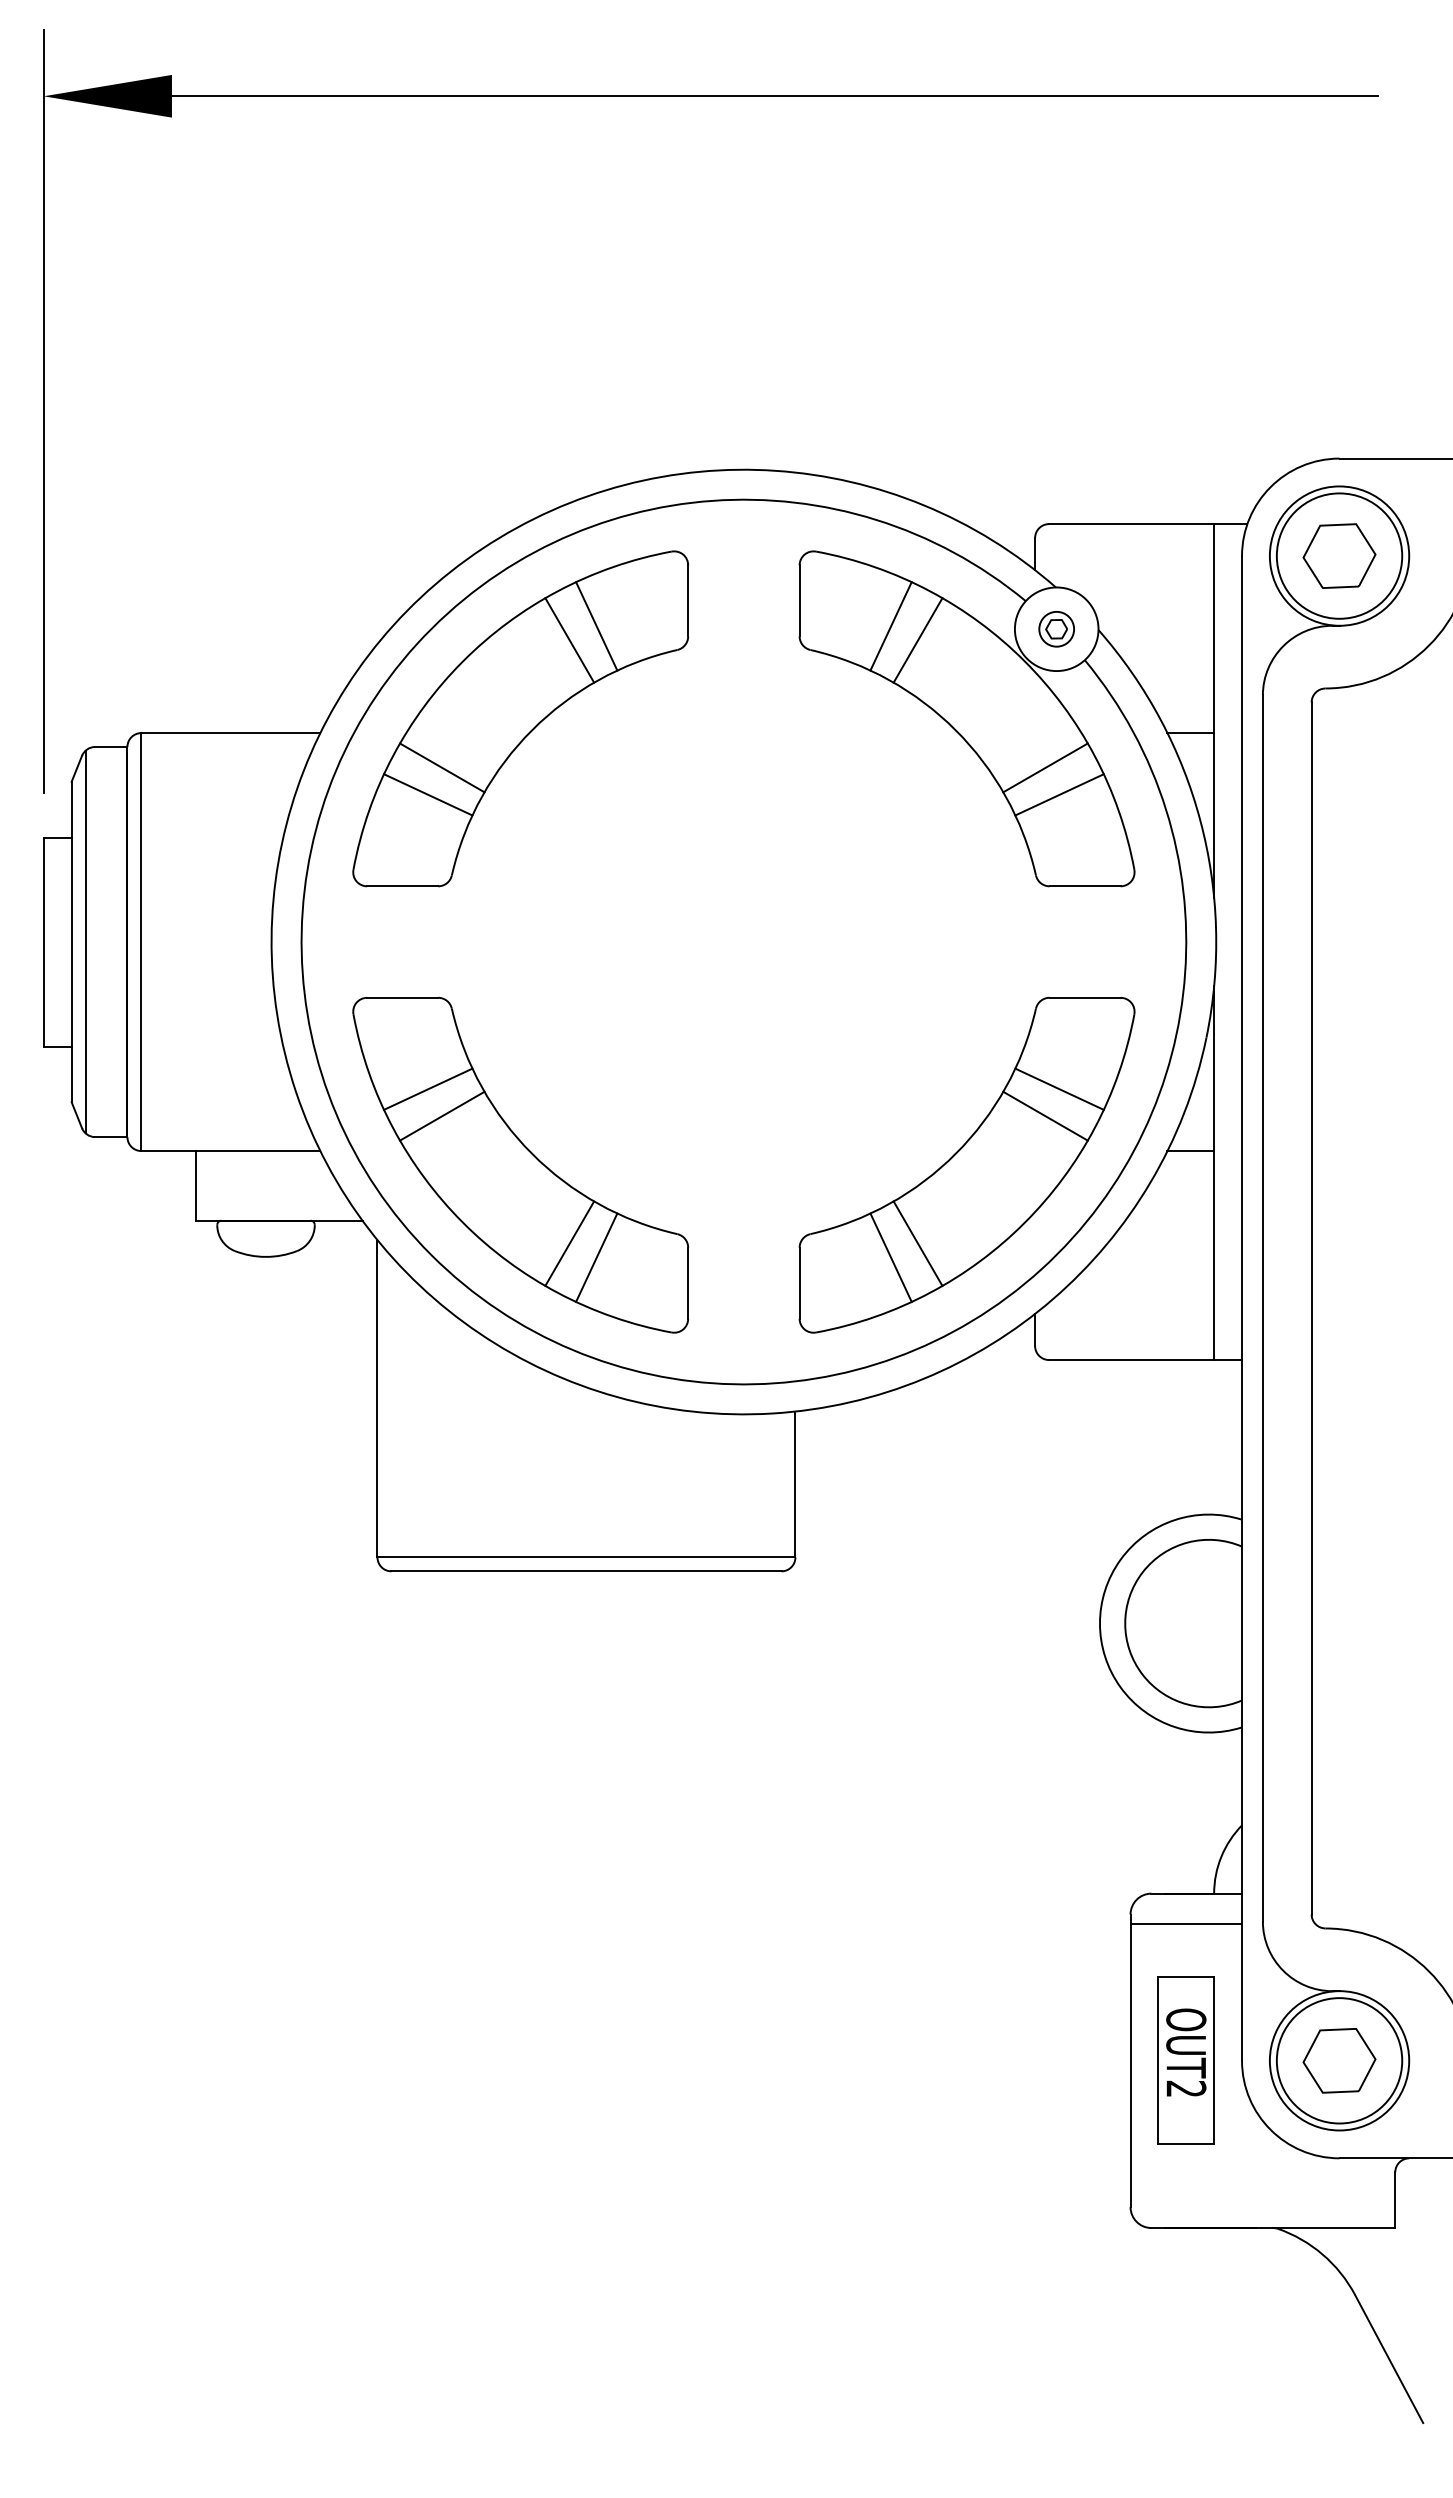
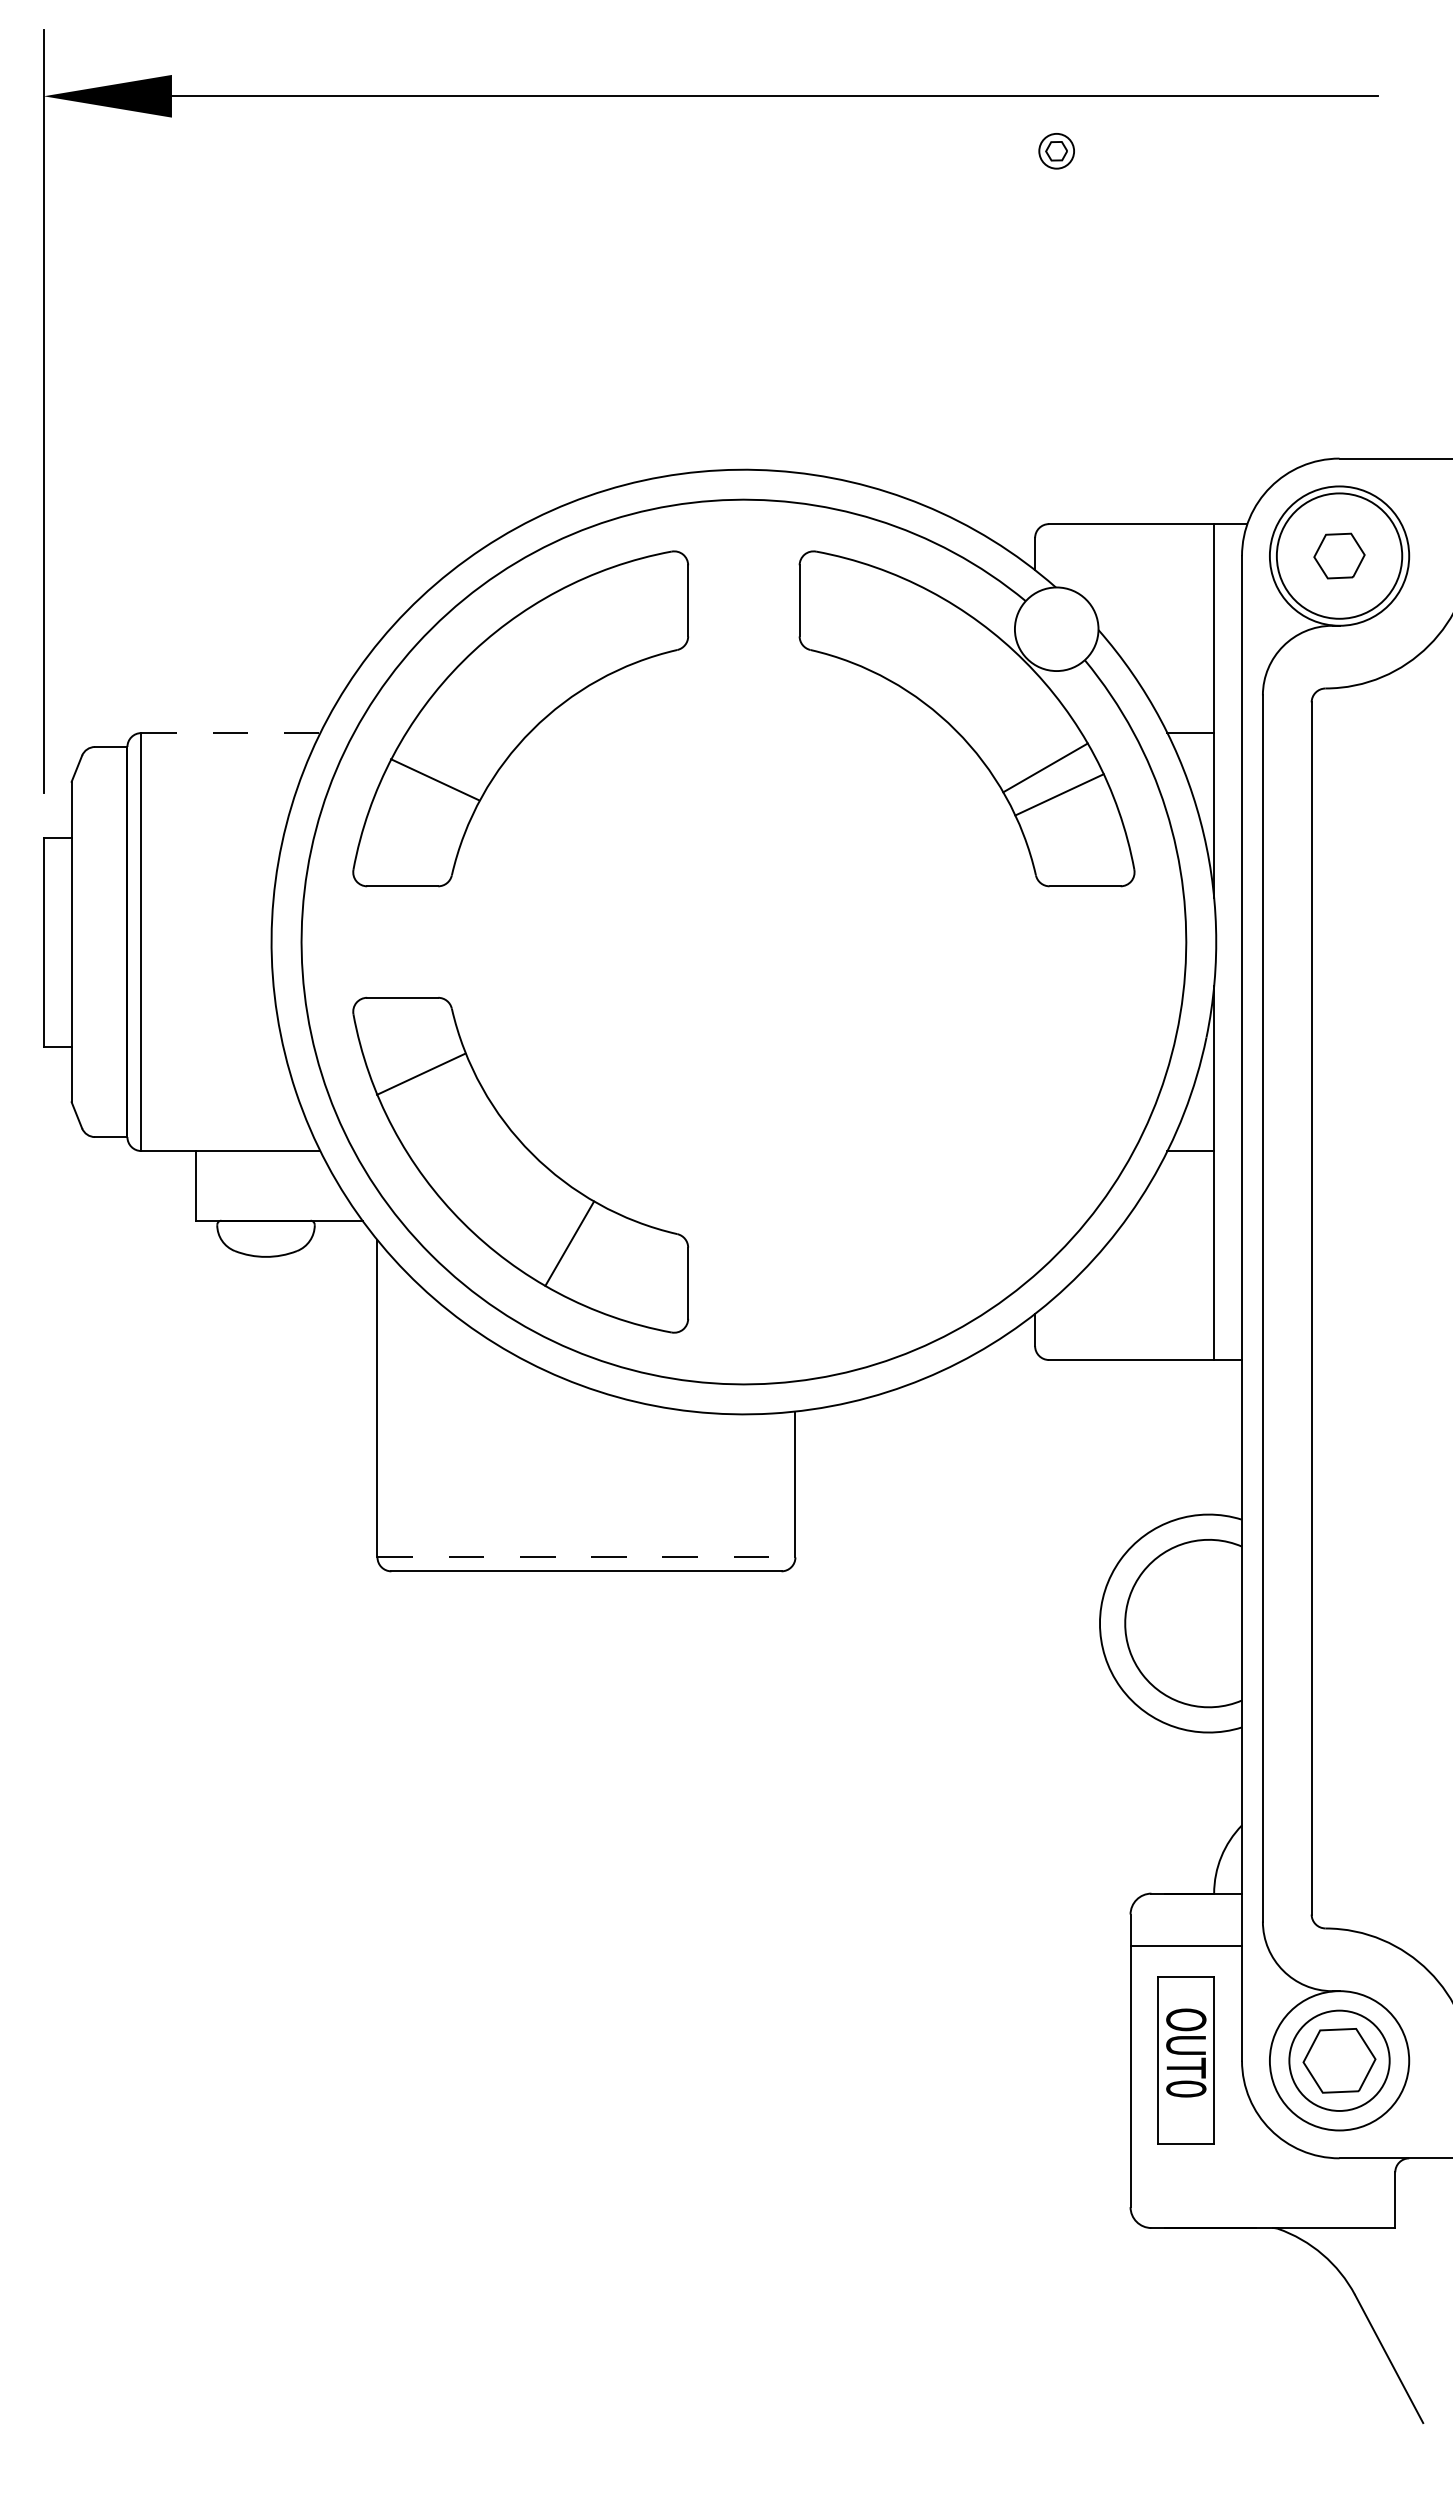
part at (1339, 555) size: 75x66 px -> 53x48 px
line at (596, 626): present -> none
line at (890, 626): present -> none
part at (1056, 629) position: (1056, 629) -> (1056, 151)
line at (569, 640): present -> none
line at (917, 640): present -> none
line at (230, 733): solid -> dashed
line at (442, 767): present -> none
line at (428, 794) position: (428, 794) -> (435, 779)
line at (85, 941): present -> none
line at (428, 1088) position: (428, 1088) -> (421, 1073)
line at (442, 1115): present -> none
part at (966, 1164): present -> none
line at (596, 1257): present -> none
line at (586, 1557): solid -> dashed
line at (1185, 1924) position: (1185, 1924) -> (1185, 1946)
circle at (1339, 2060) diameter: 125 px -> 100 px
text at (1186, 2088): OUT2 -> OUT0
